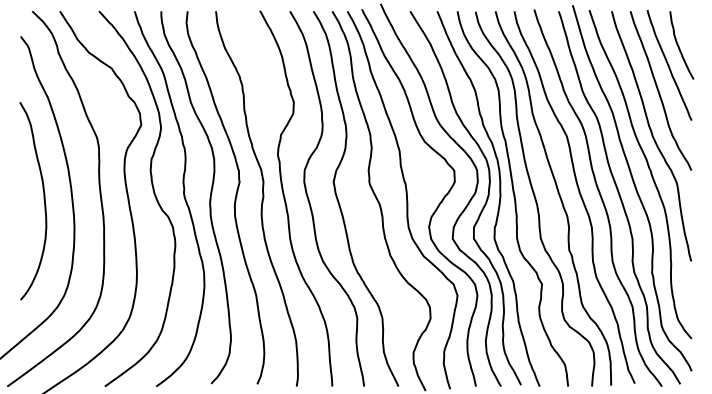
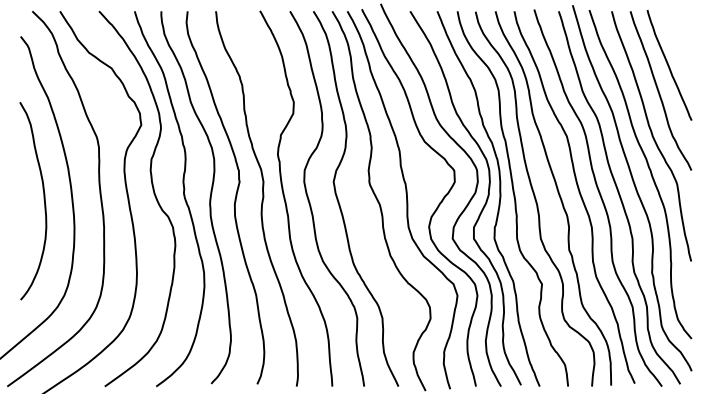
curve at (679, 46): present -> none
